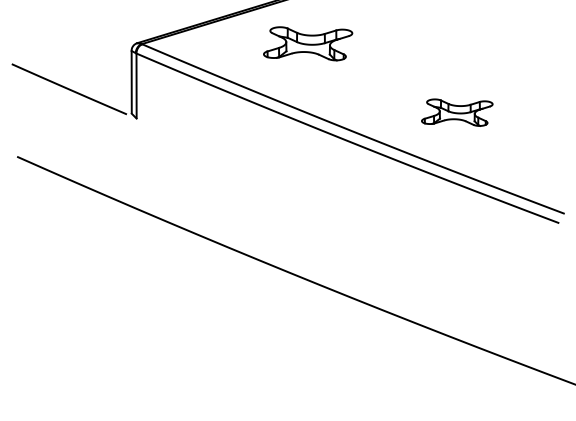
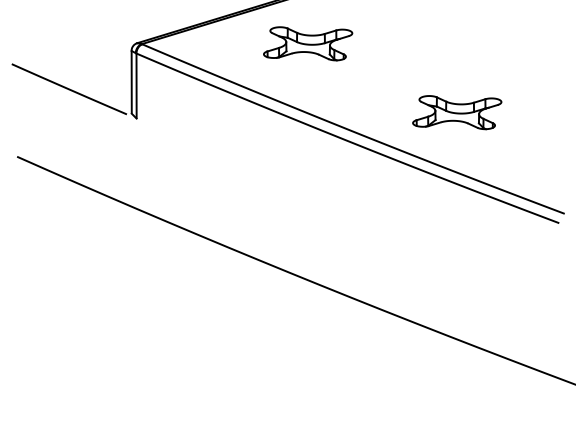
part at (457, 112) size: 73x29 px -> 91x36 px
